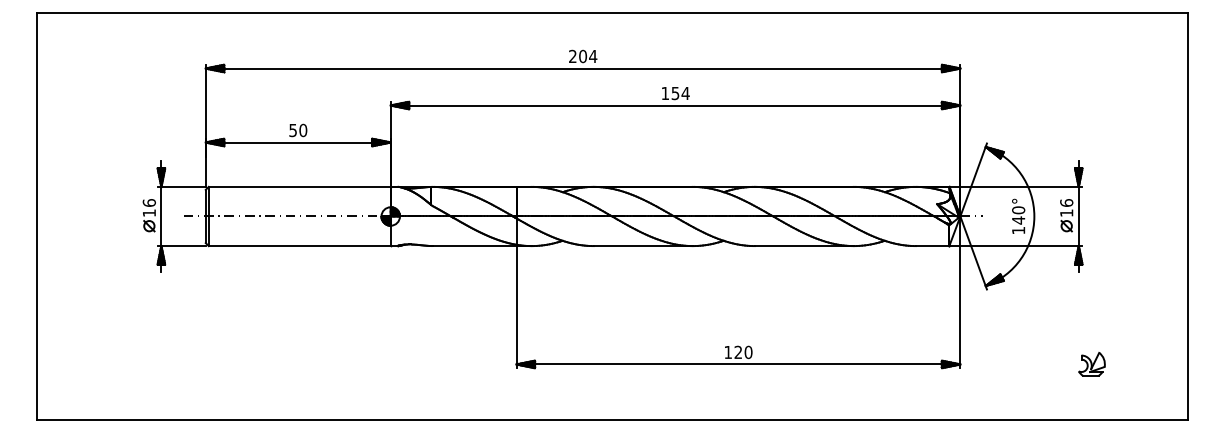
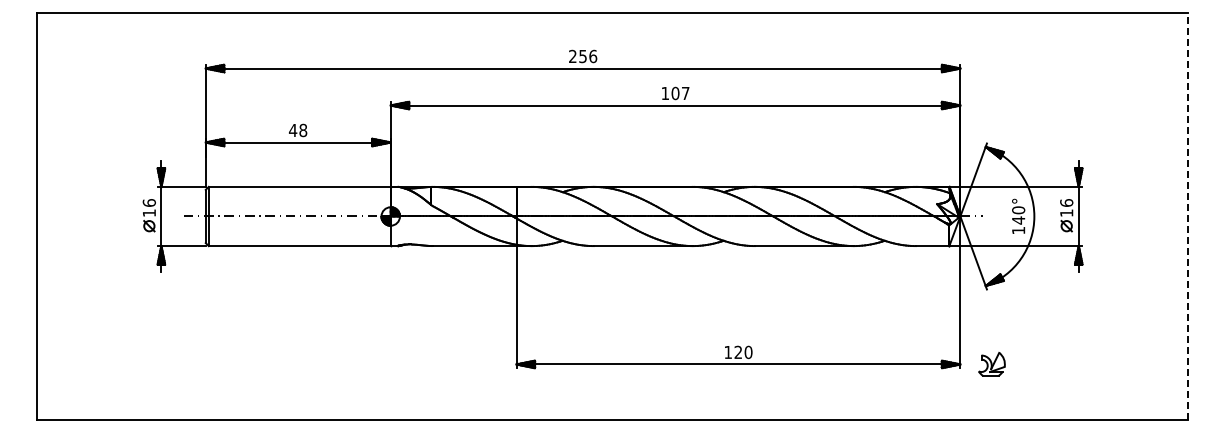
text at (588, 56): 204 -> 256
text at (680, 93): 154 -> 107
text at (297, 130): 50 -> 48
line at (1188, 216): solid -> dashed
part at (1091, 364) position: (1091, 364) -> (991, 364)
